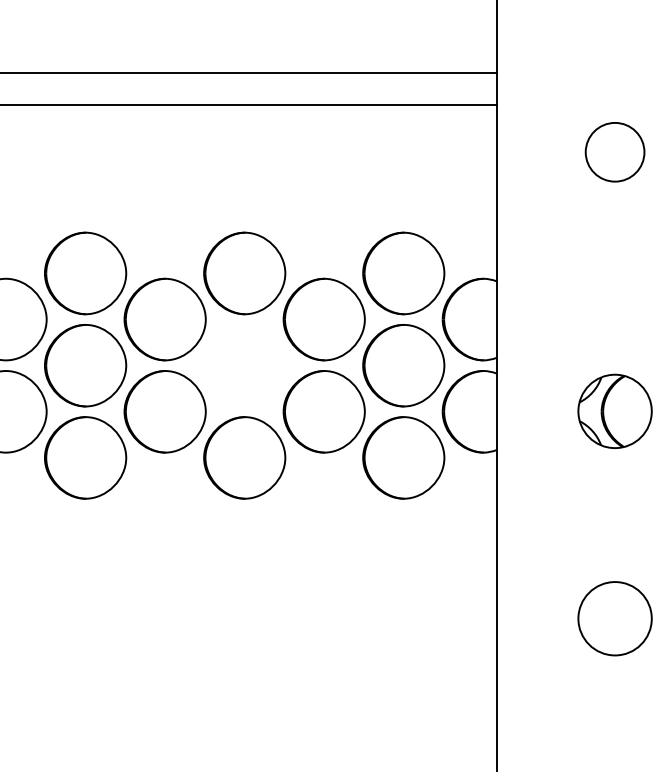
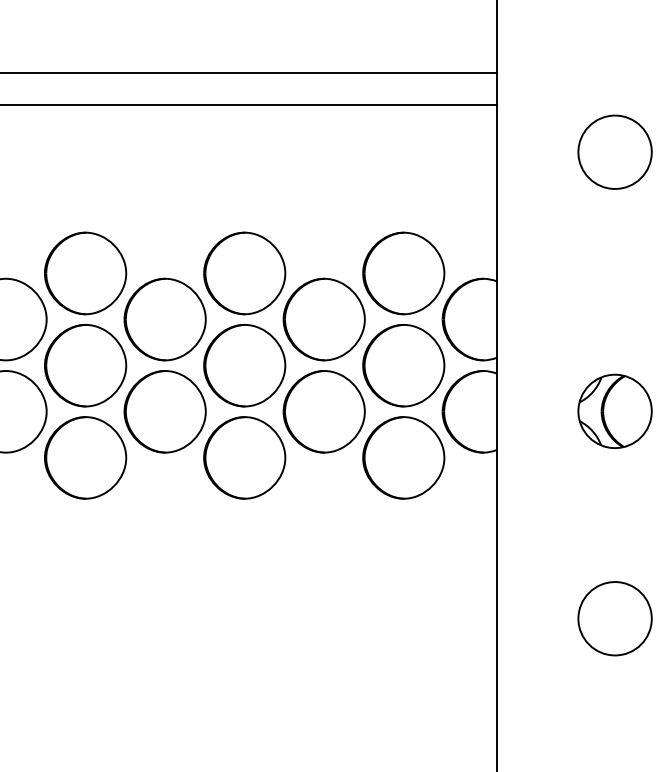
circle at (614, 151) diameter: 59 px -> 73 px
part at (244, 365): none -> present
